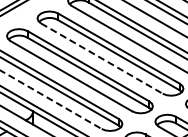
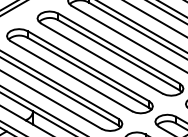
line at (102, 58): dashed -> solid
line at (51, 100): dashed -> solid
